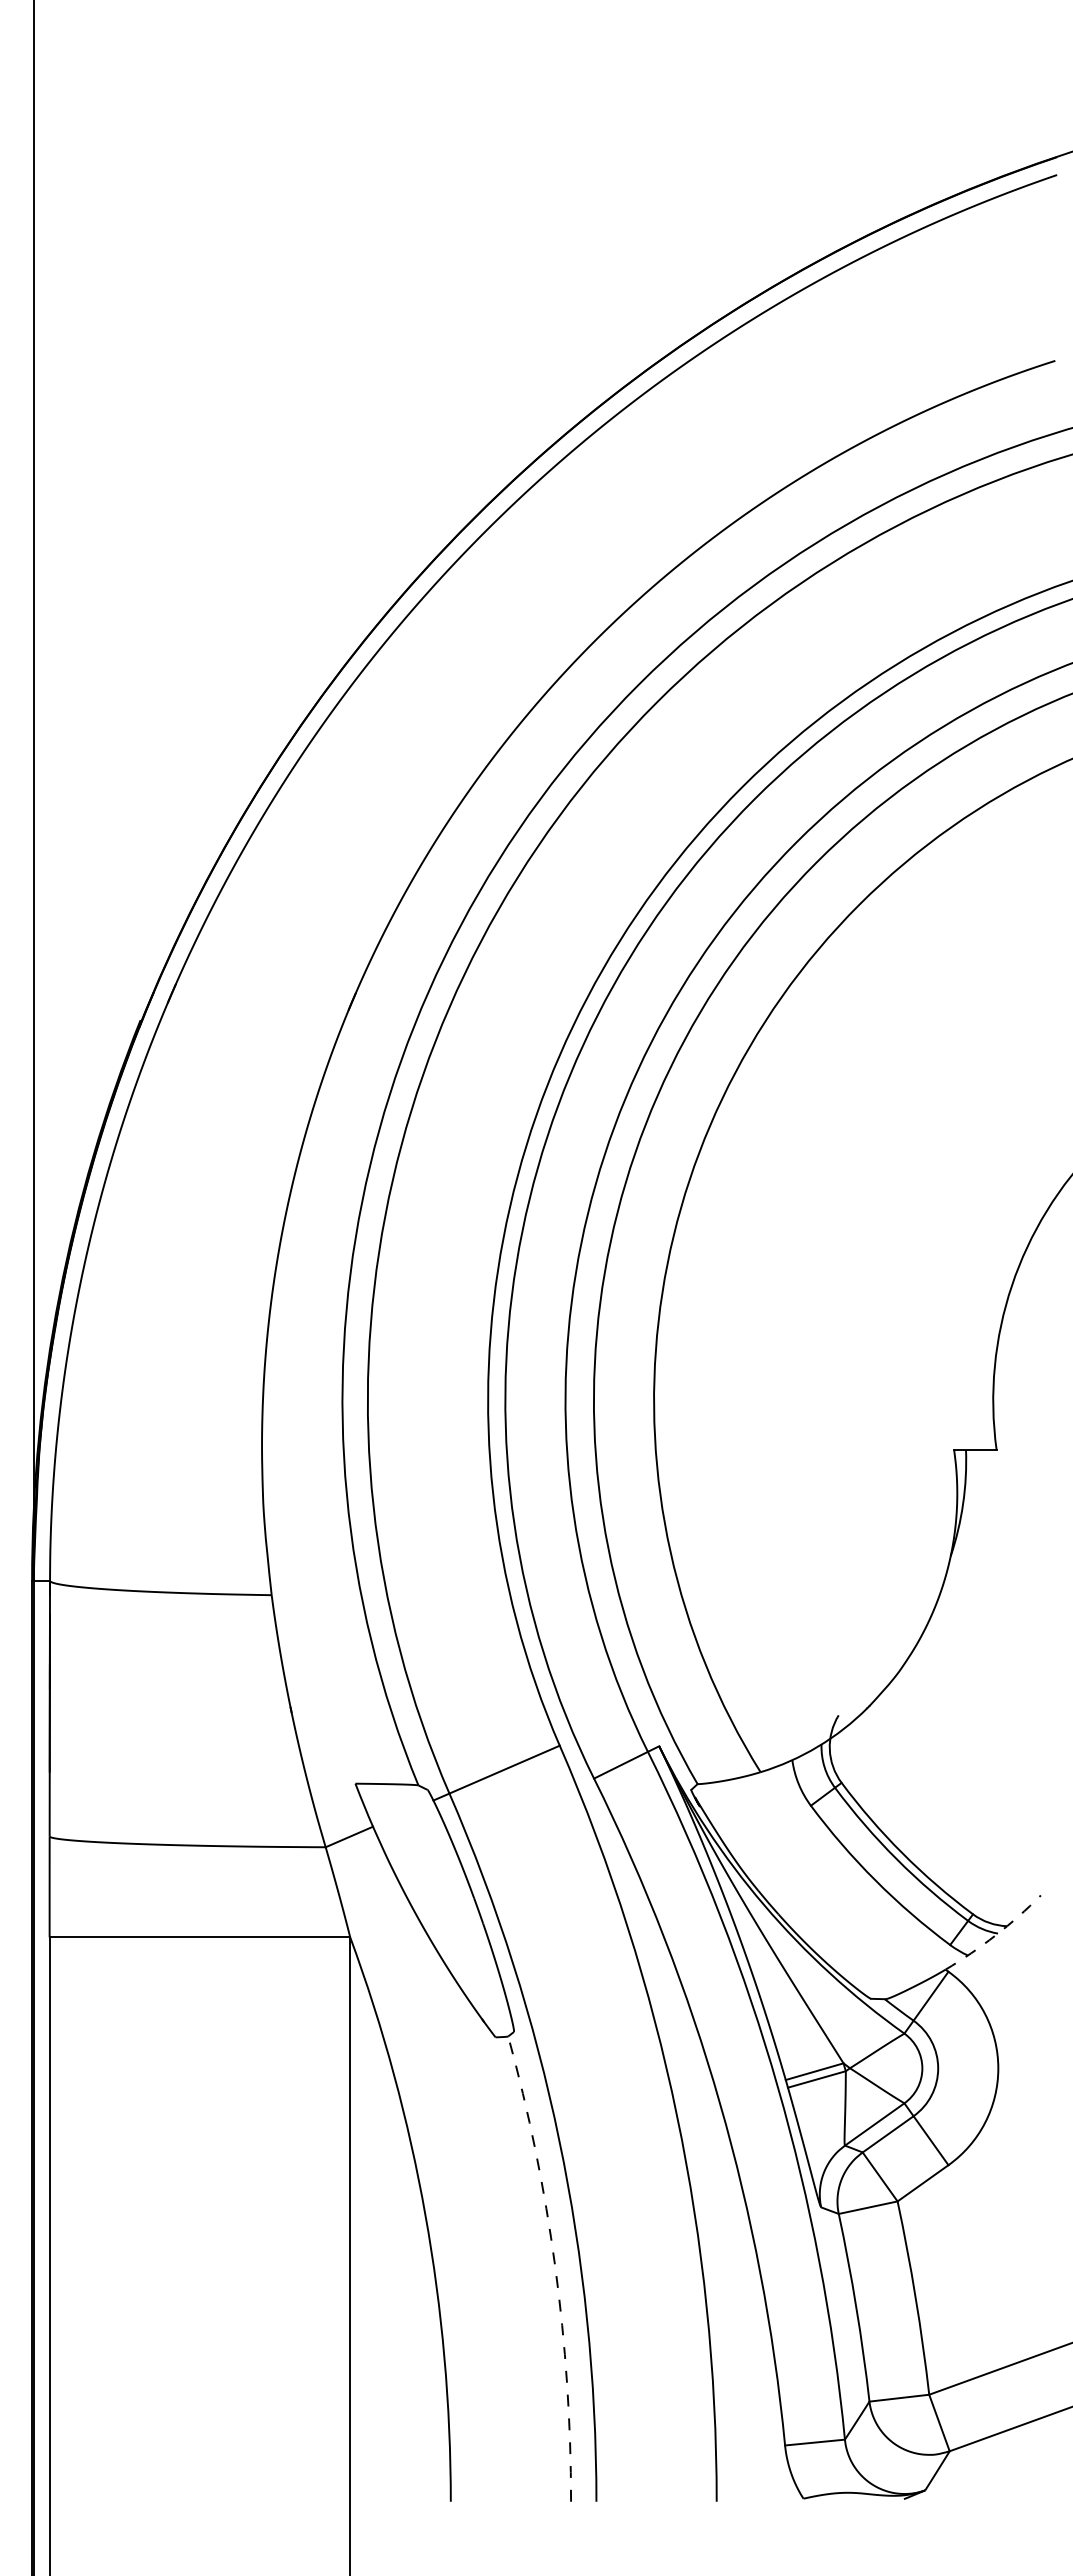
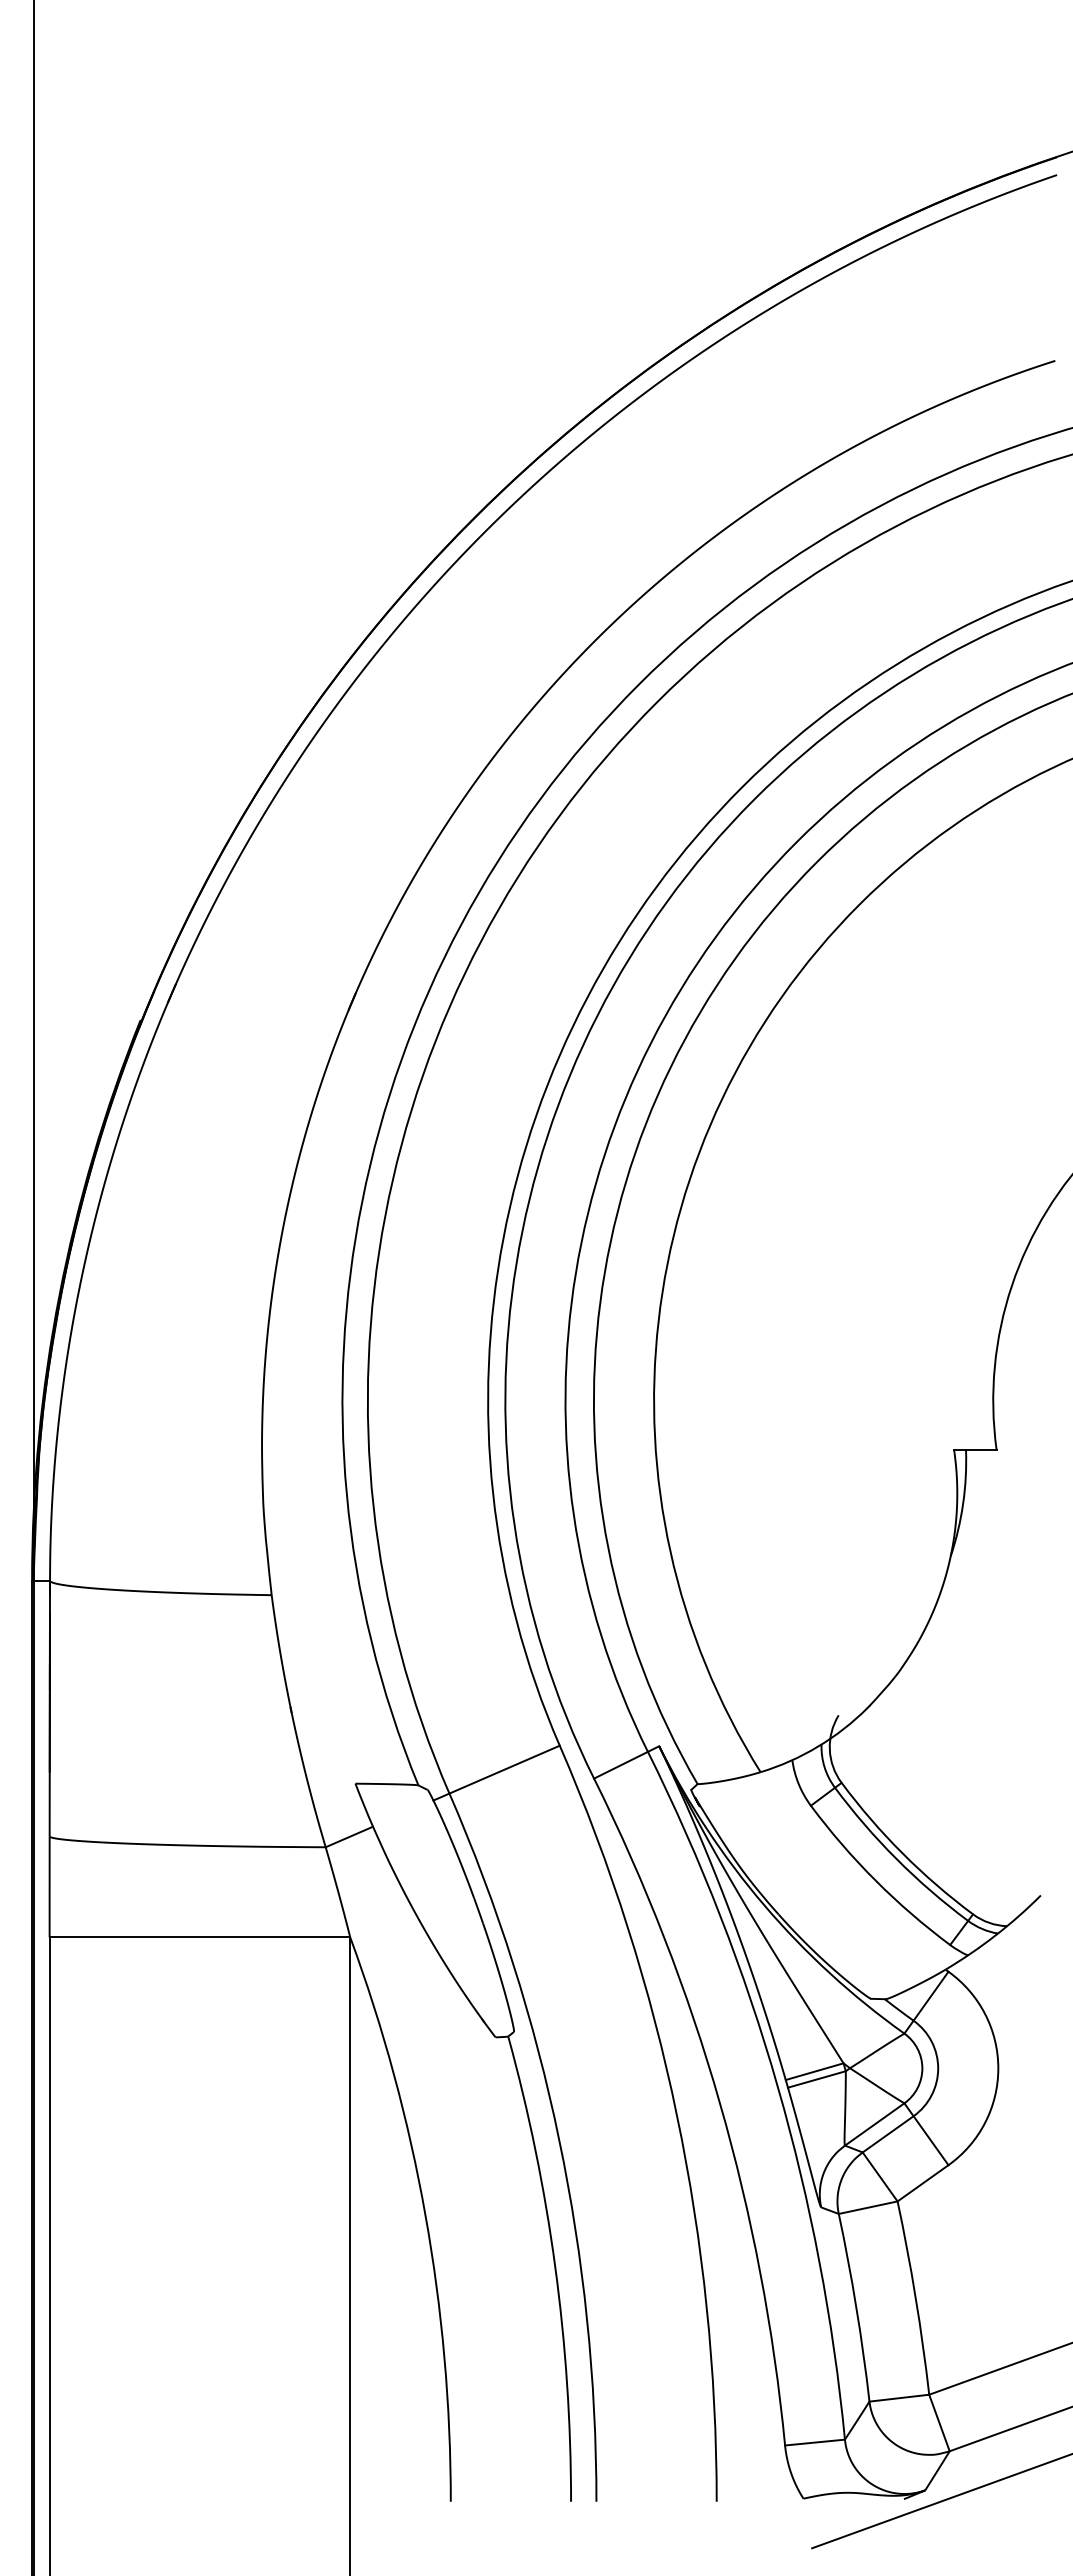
arc at (995, 1935): dashed -> solid
arc at (555, 2267): dashed -> solid
line at (940, 2501): none -> present
